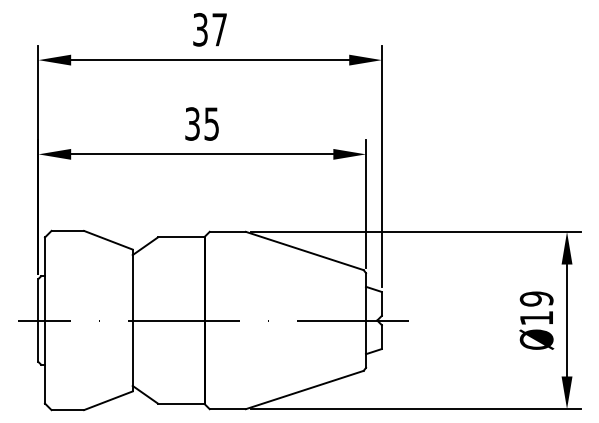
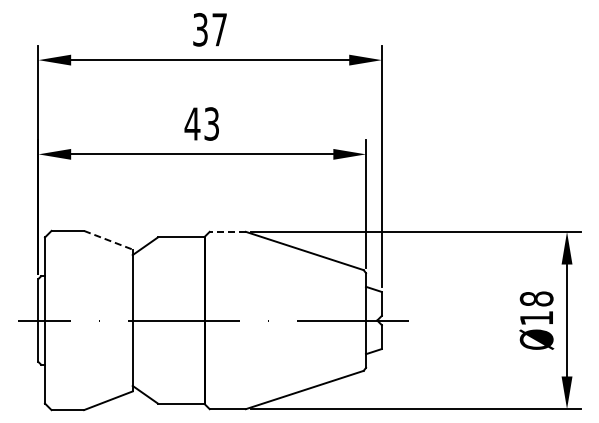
text at (201, 123): 35 -> 43
line at (227, 231): solid -> dashed
line at (108, 240): solid -> dashed
text at (536, 298): Ø19 -> Ø18
